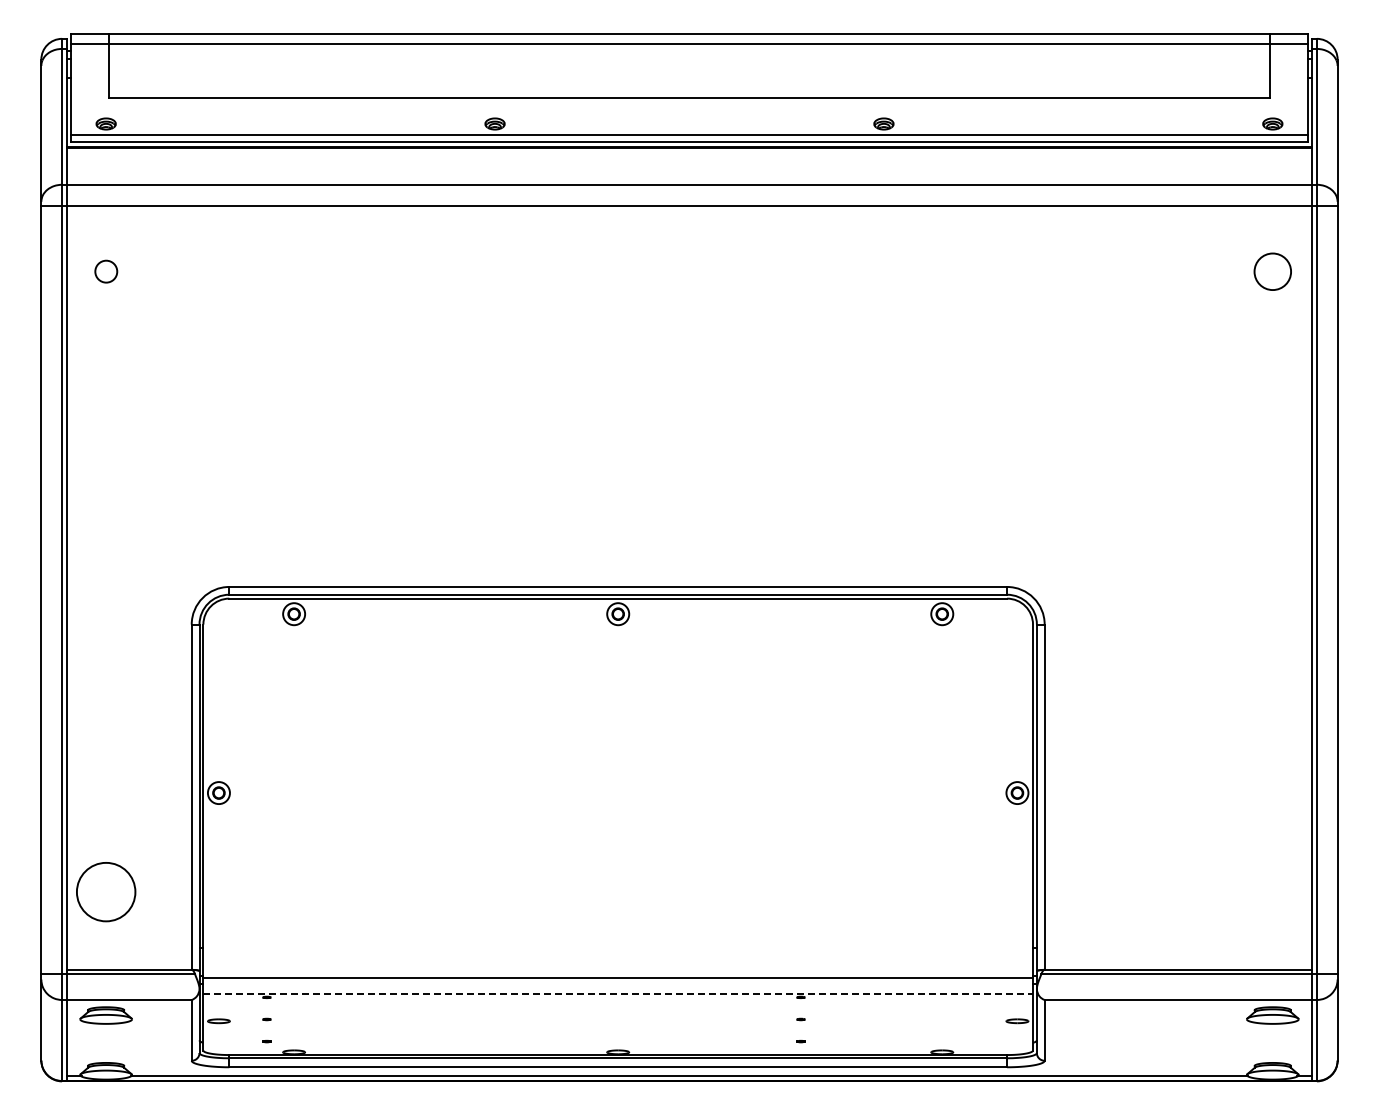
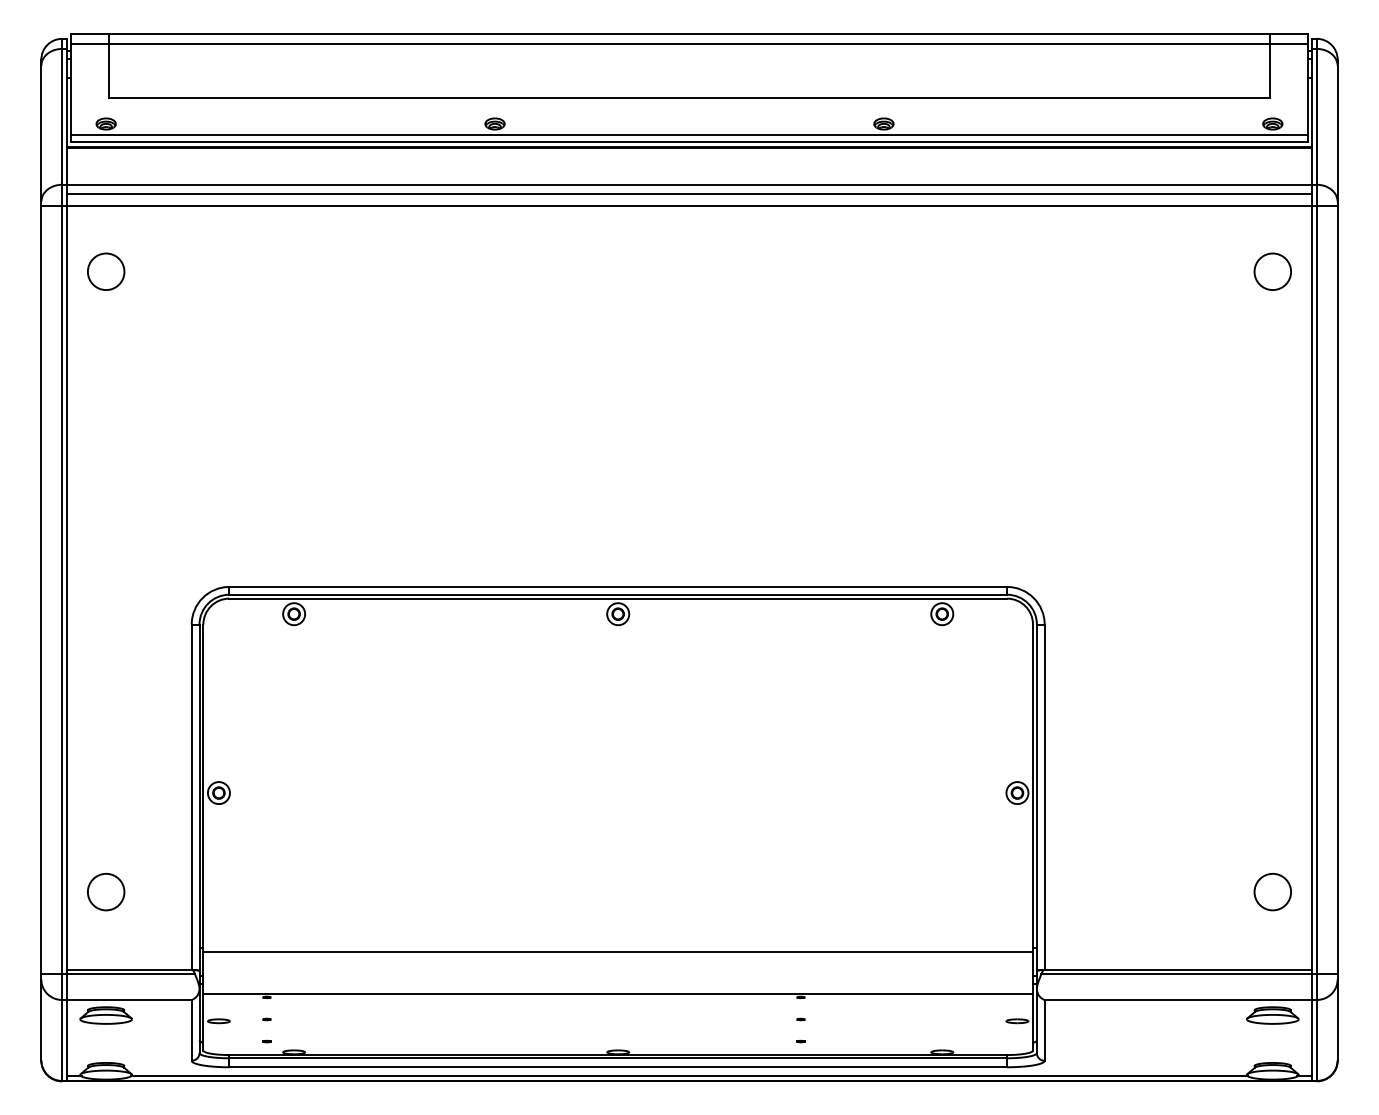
line at (689, 194): none -> present
circle at (106, 271) size: 25x25 px -> 39x39 px
circle at (105, 891) diameter: 58 px -> 37 px
circle at (1272, 892): none -> present
line at (618, 977) position: (618, 977) -> (618, 951)
line at (618, 993): dashed -> solid
